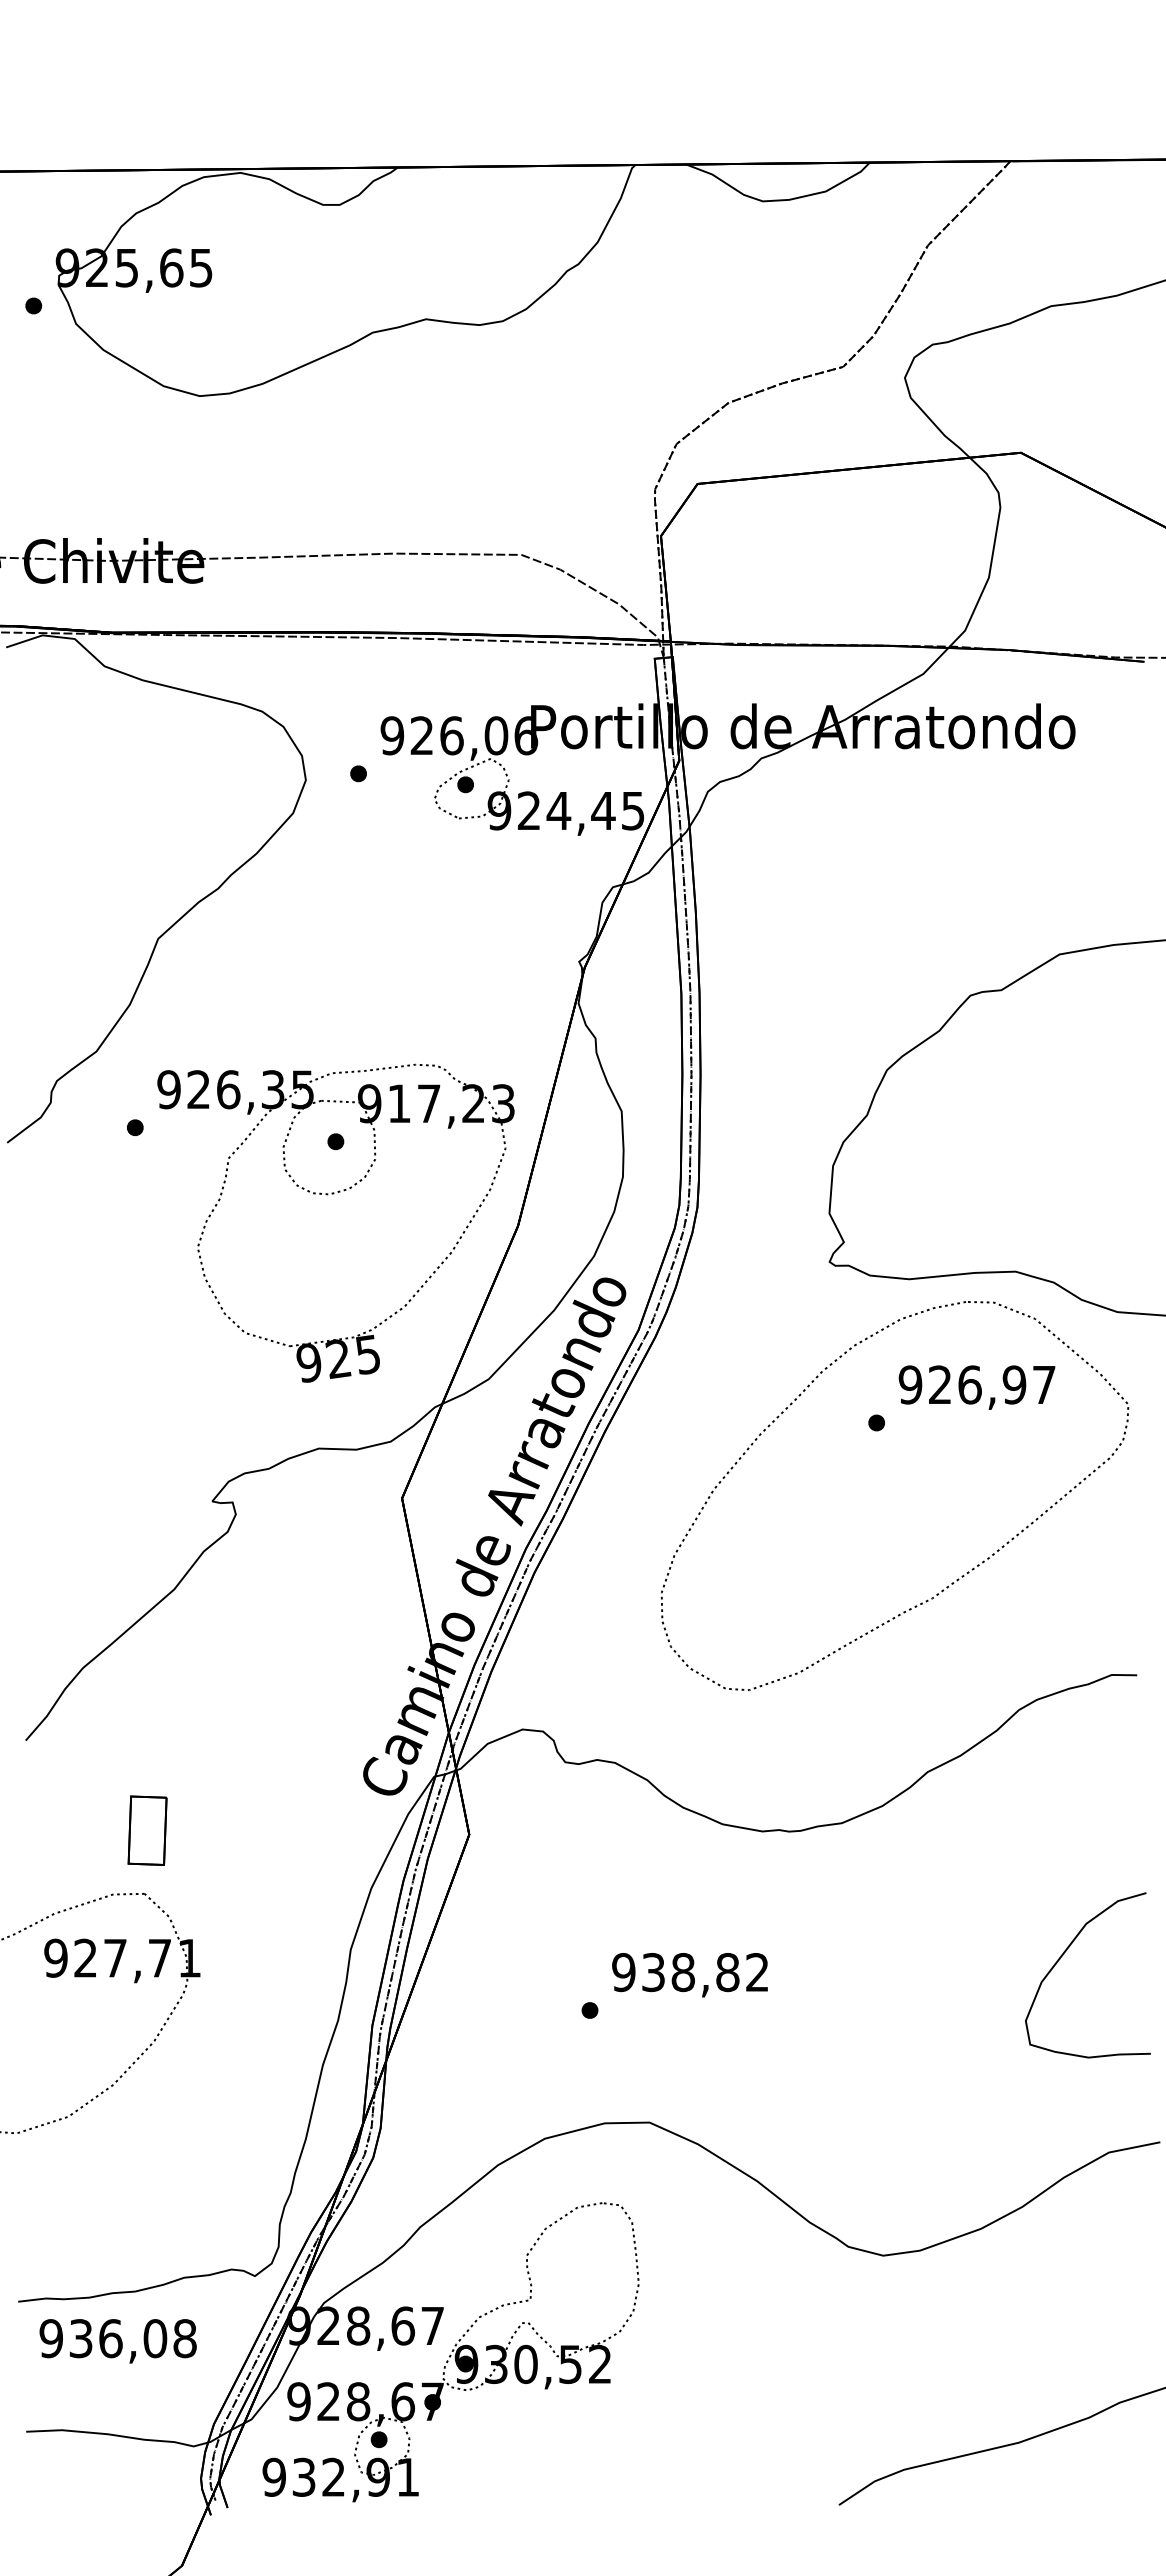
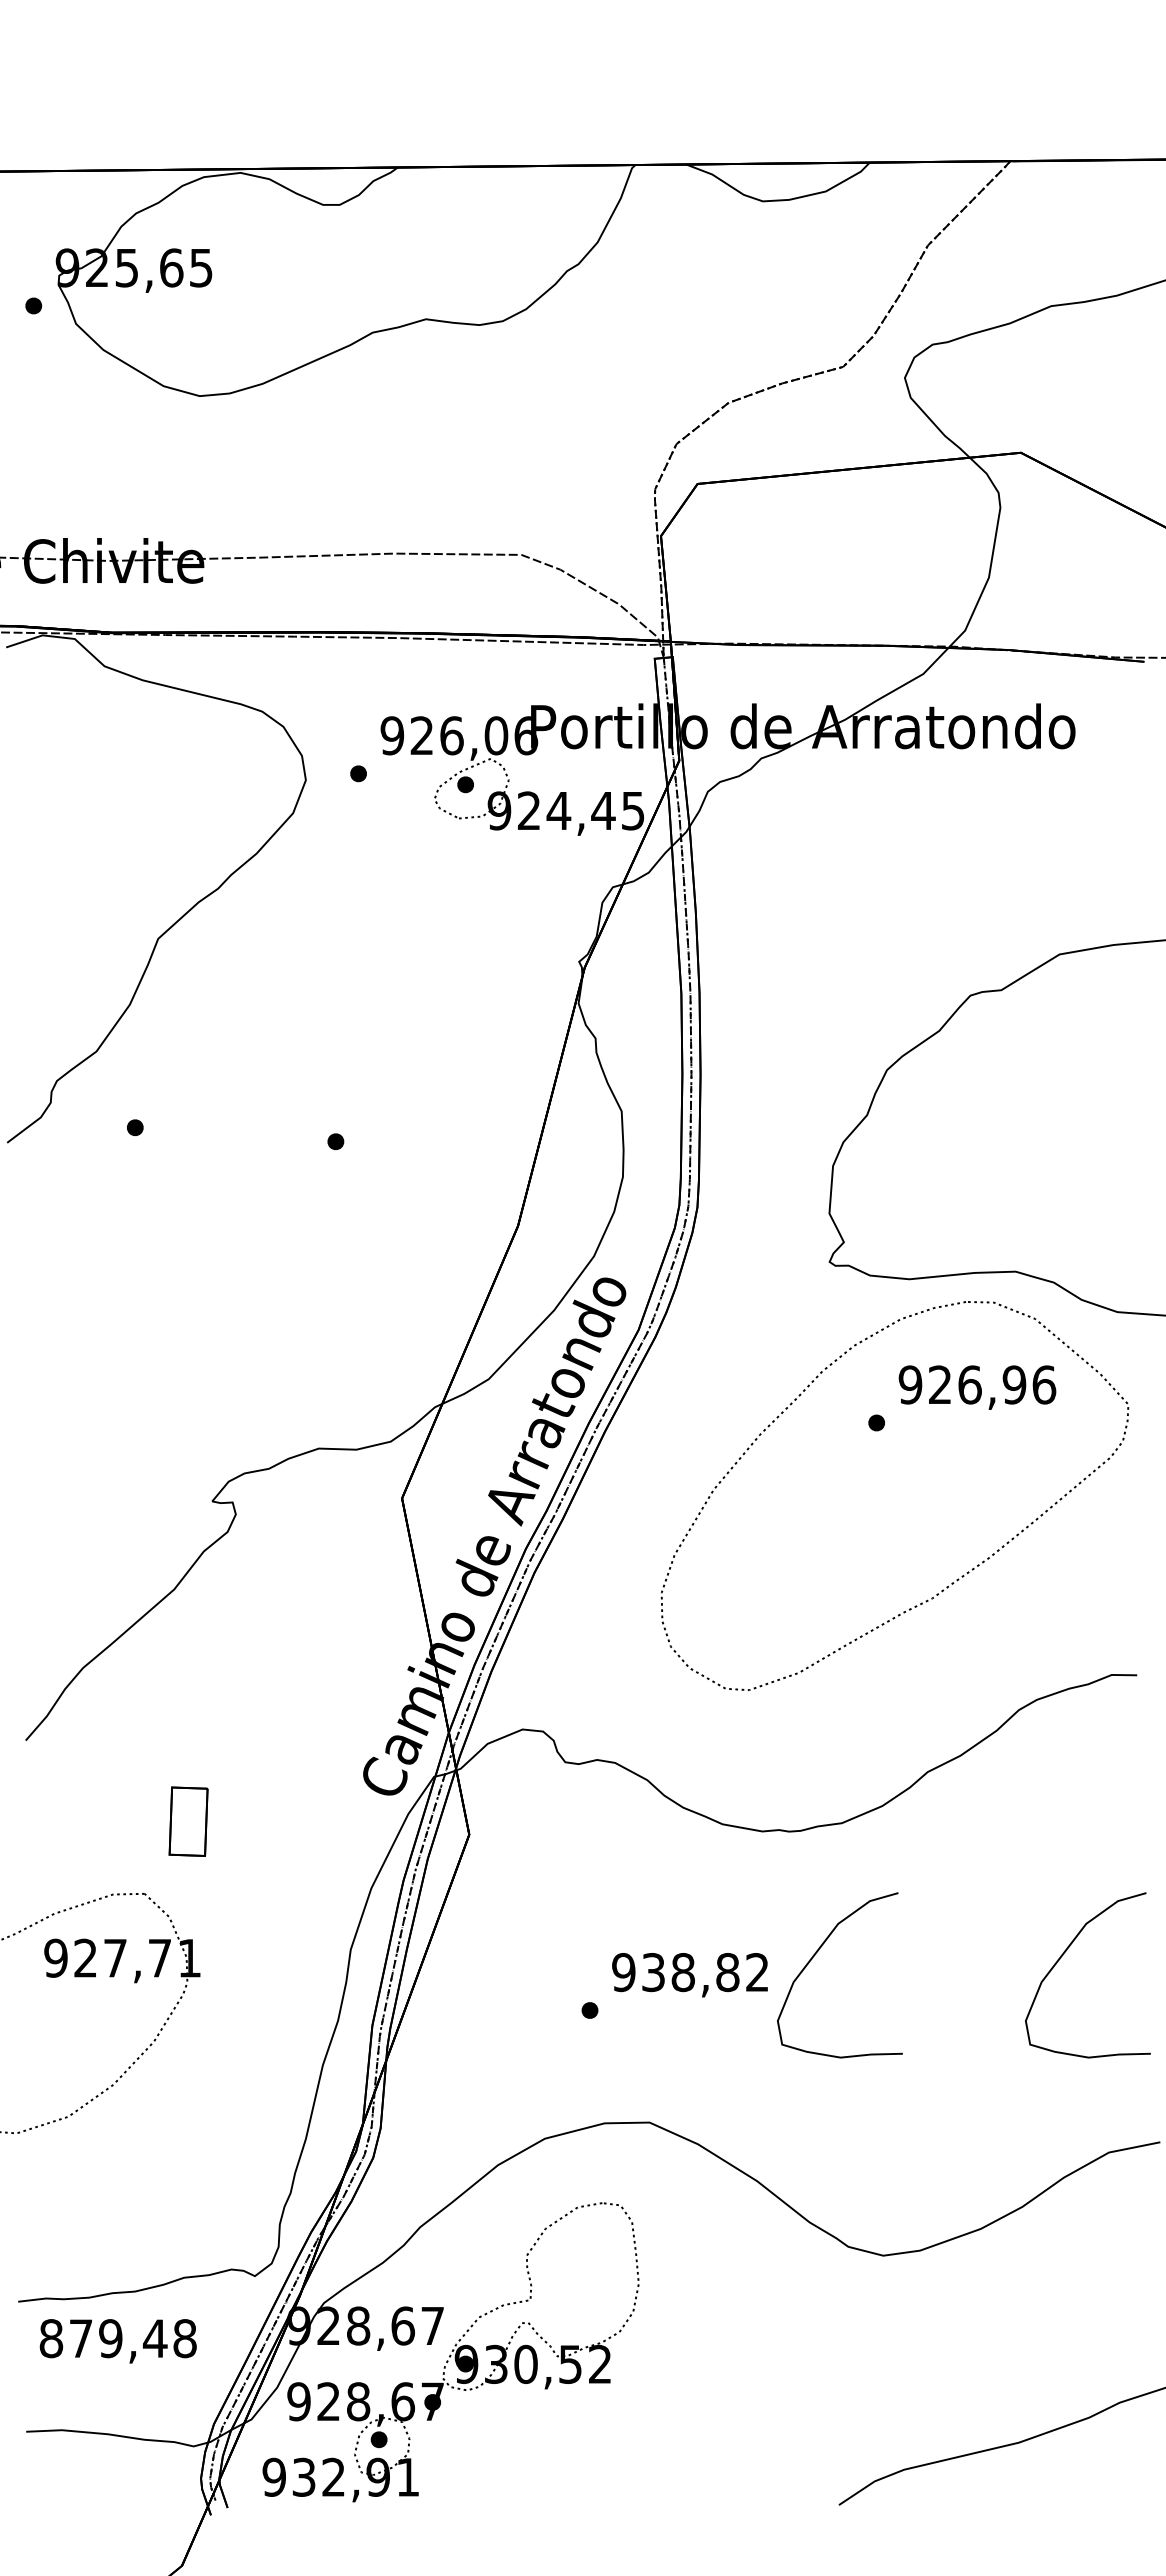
part at (333, 1194): present -> none
text at (1044, 1384): 926,97 -> 926,96
part at (147, 1830) position: (147, 1830) -> (188, 1821)
curve at (815, 1955): none -> present
text at (103, 2338): 936,08 -> 879,48
